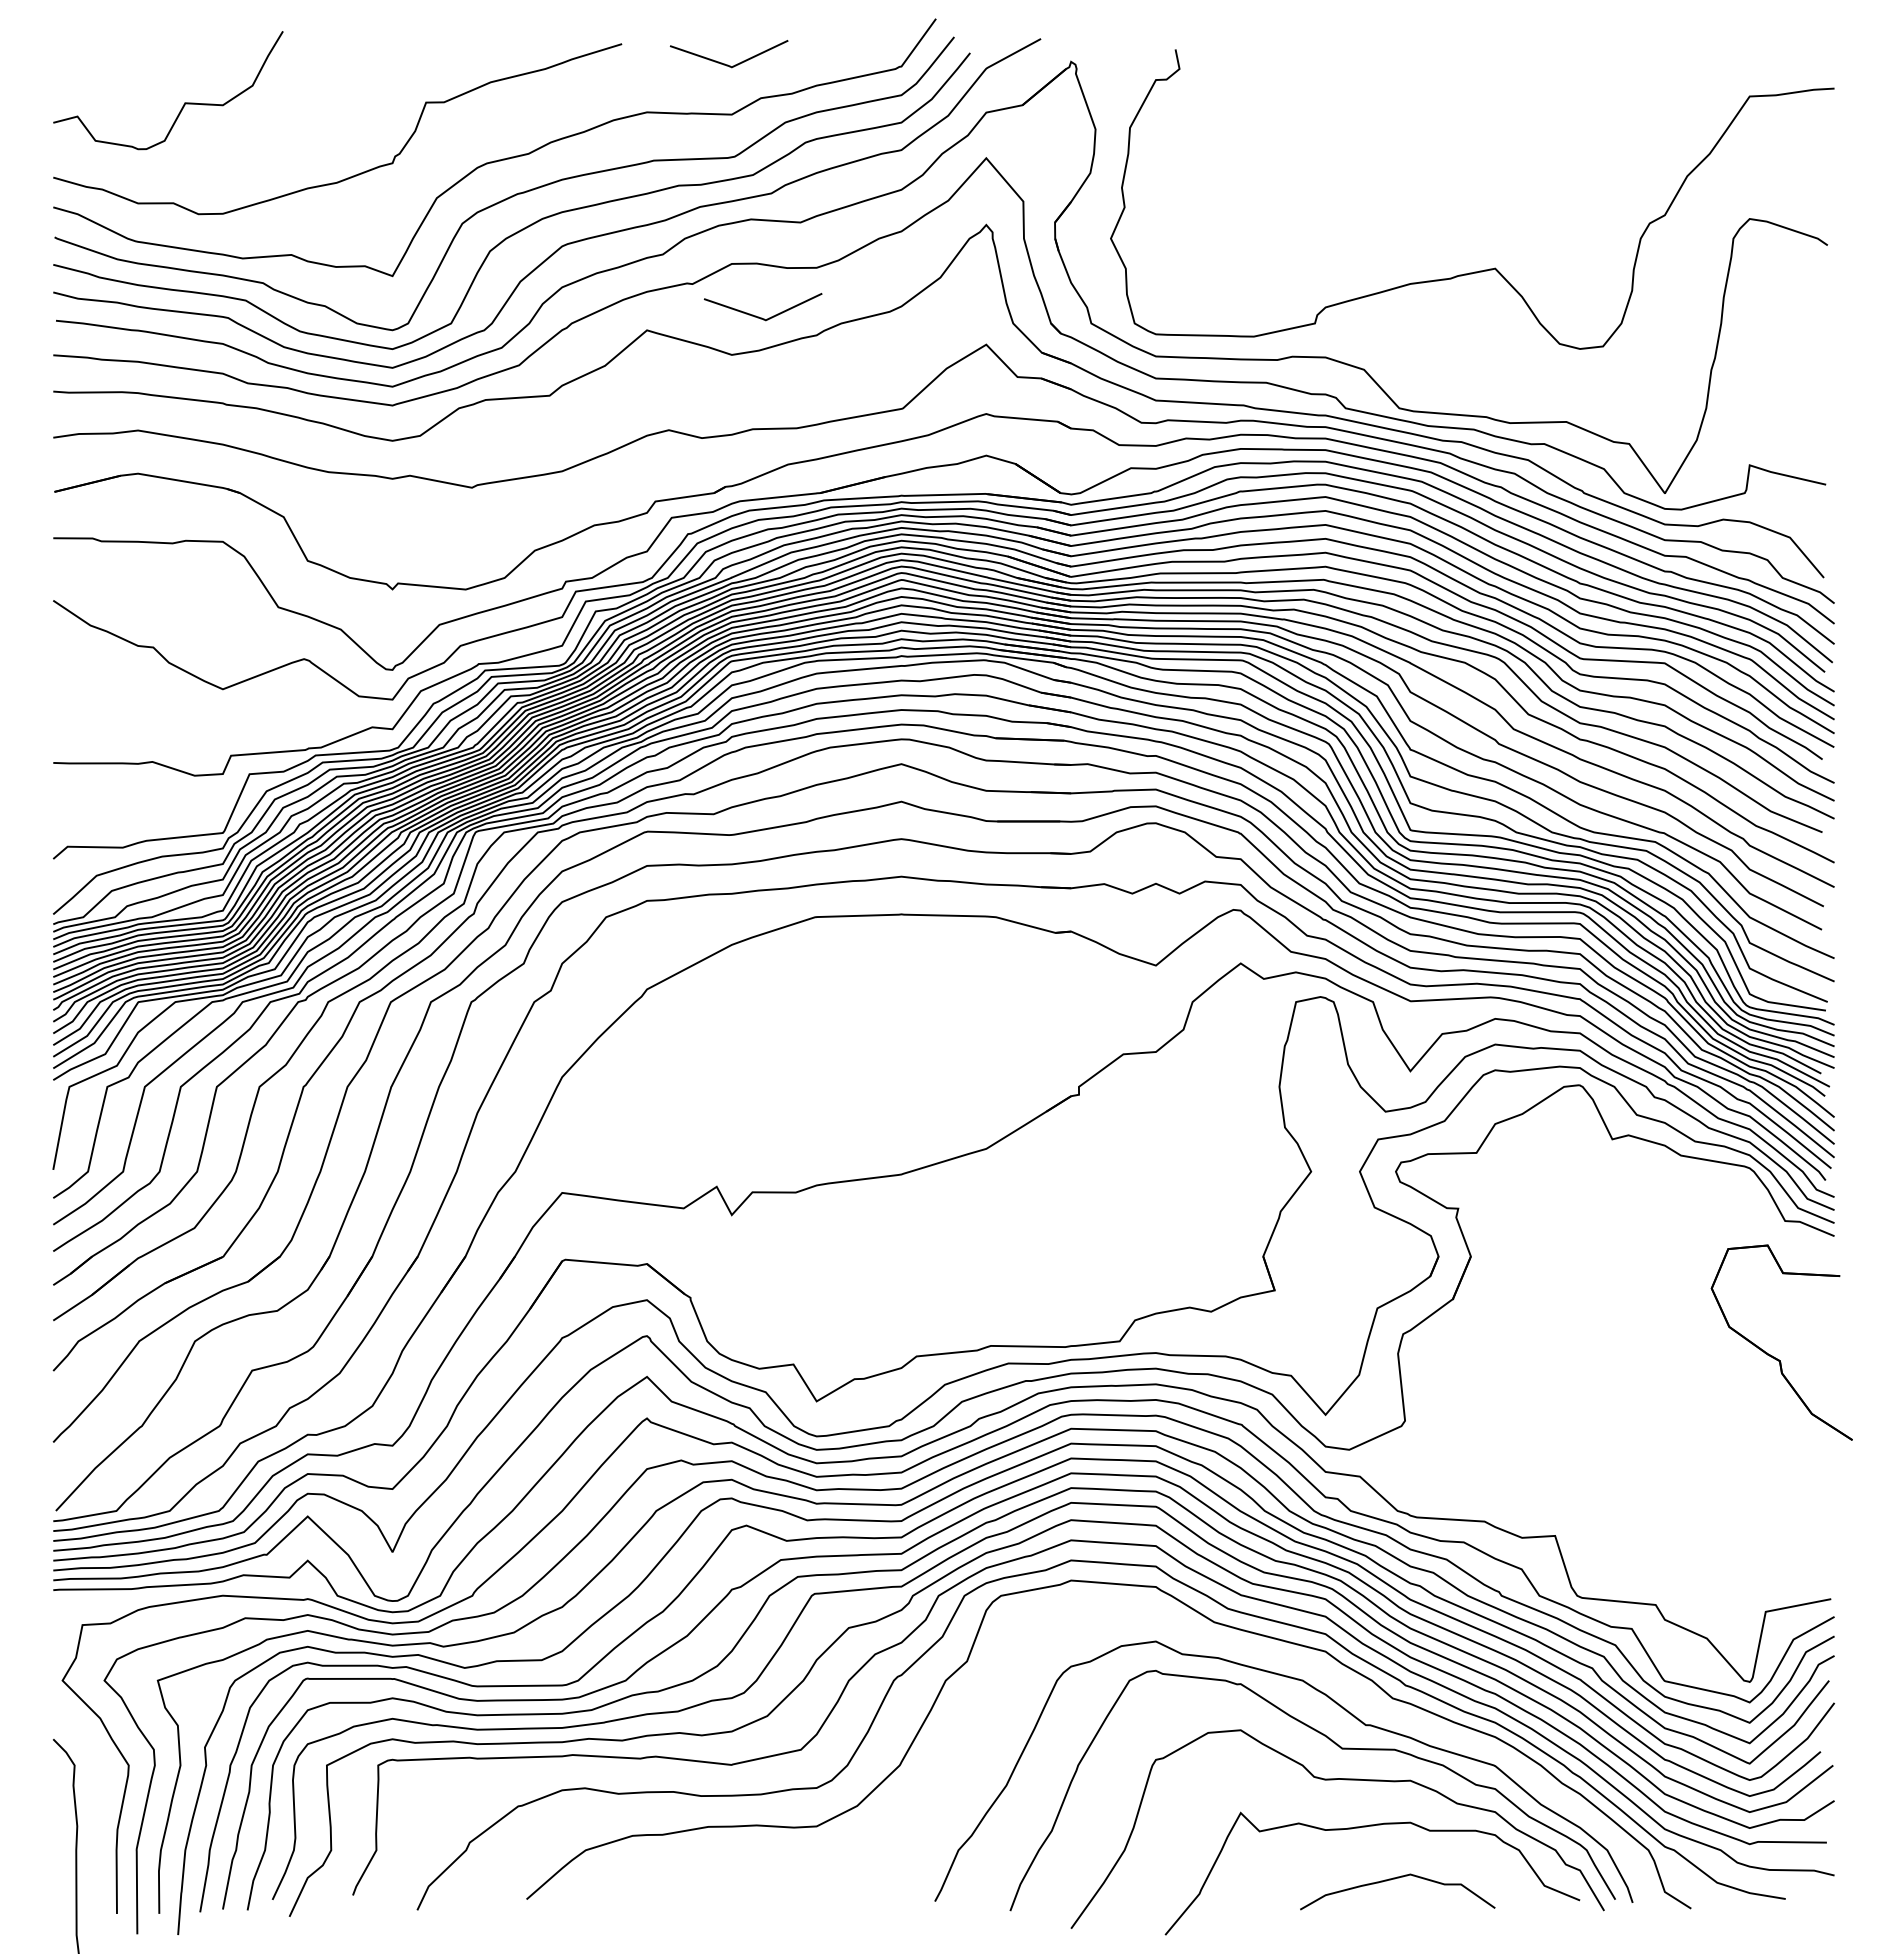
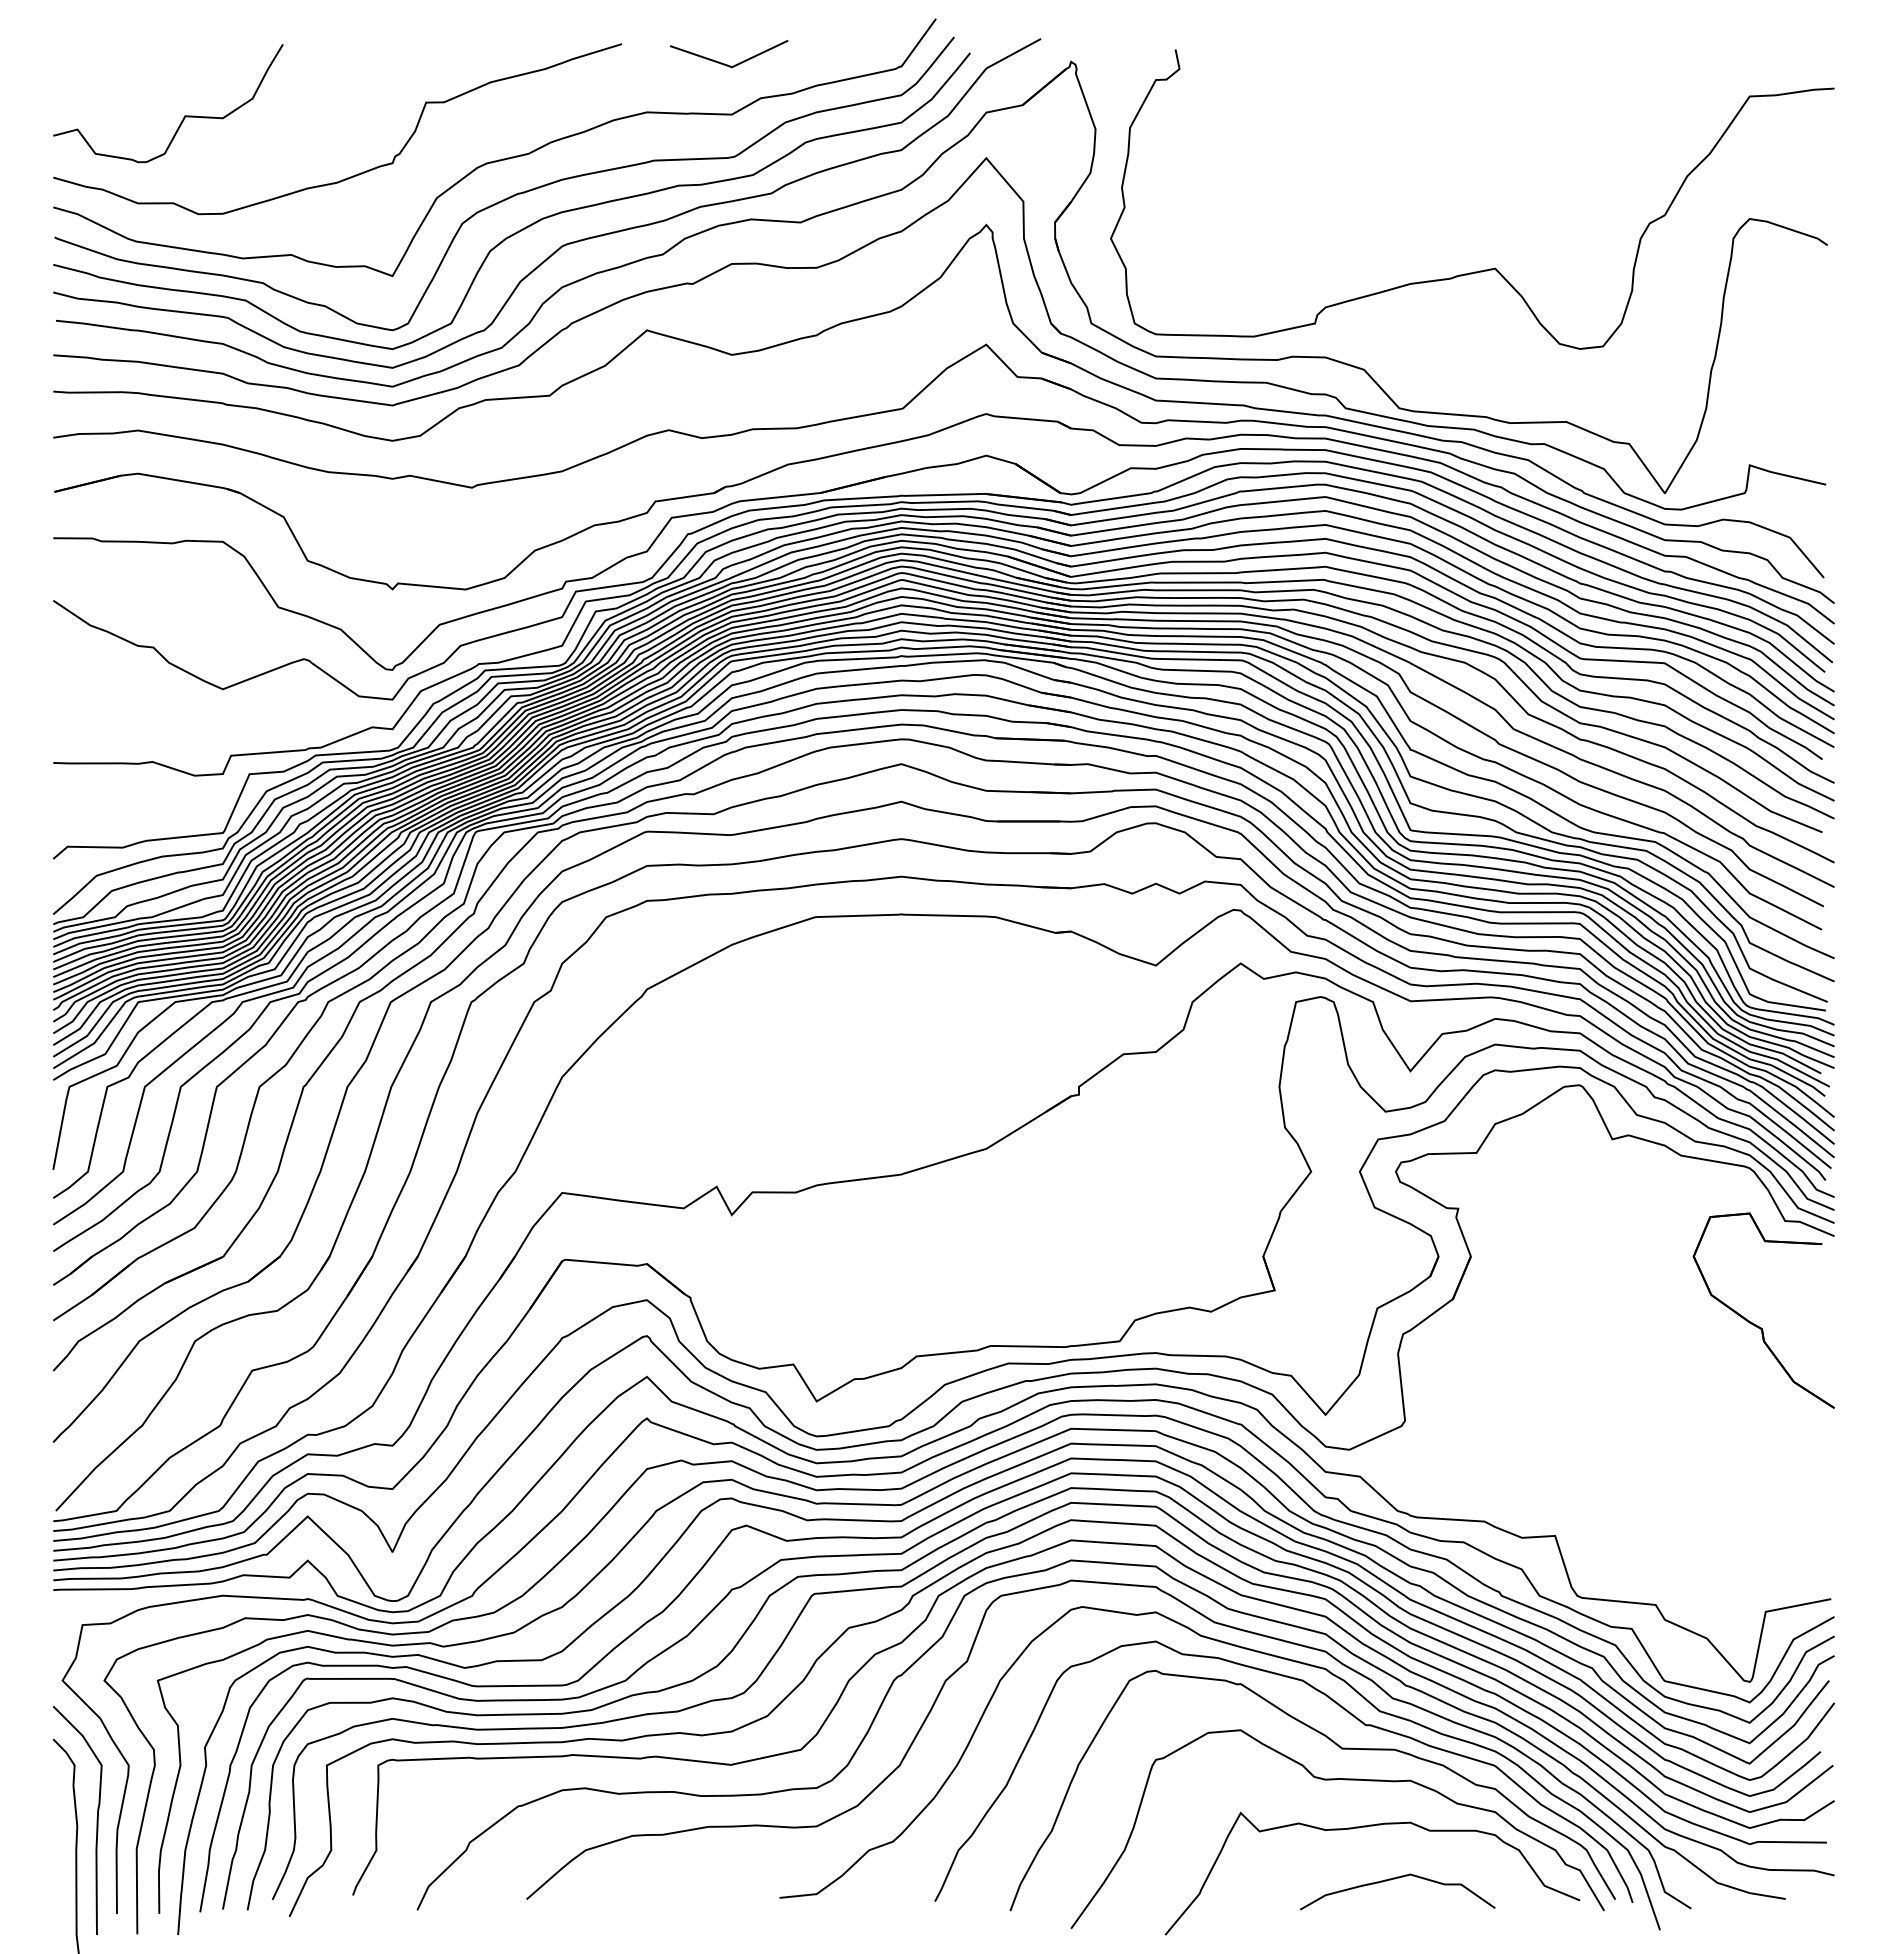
curve at (184, 102) position: (184, 102) -> (184, 115)
line at (759, 316): present -> none
part at (1774, 1356) position: (1774, 1356) -> (1756, 1324)
curve at (1248, 1650): none -> present
curve at (96, 1820): none -> present
